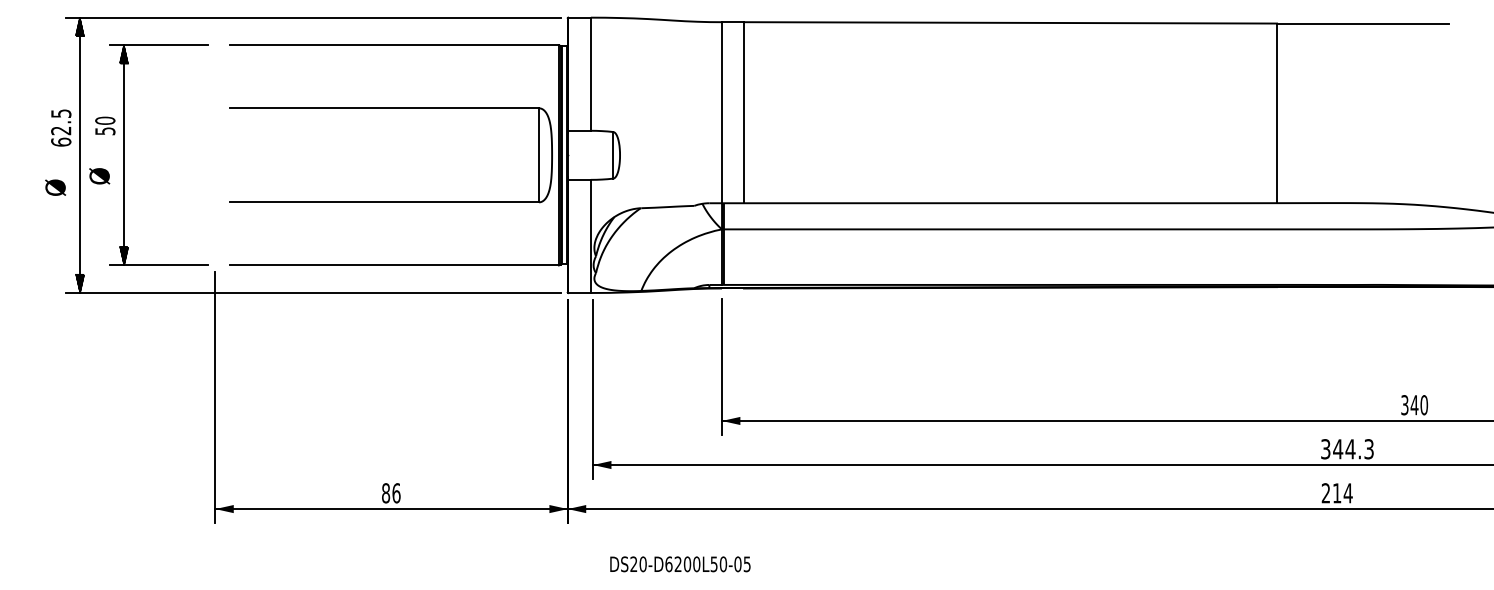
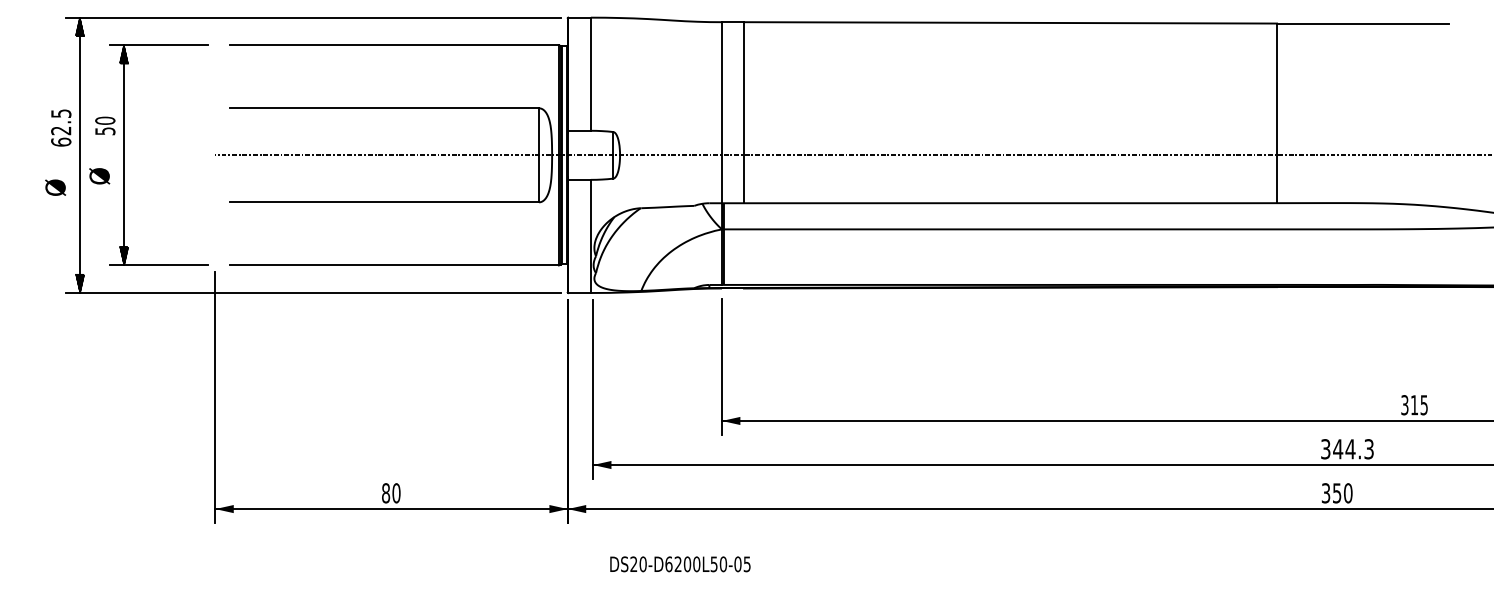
line at (852, 155): none -> present
text at (1419, 405): 340 -> 315
text at (396, 493): 86 -> 80
text at (1336, 493): 214 -> 350
